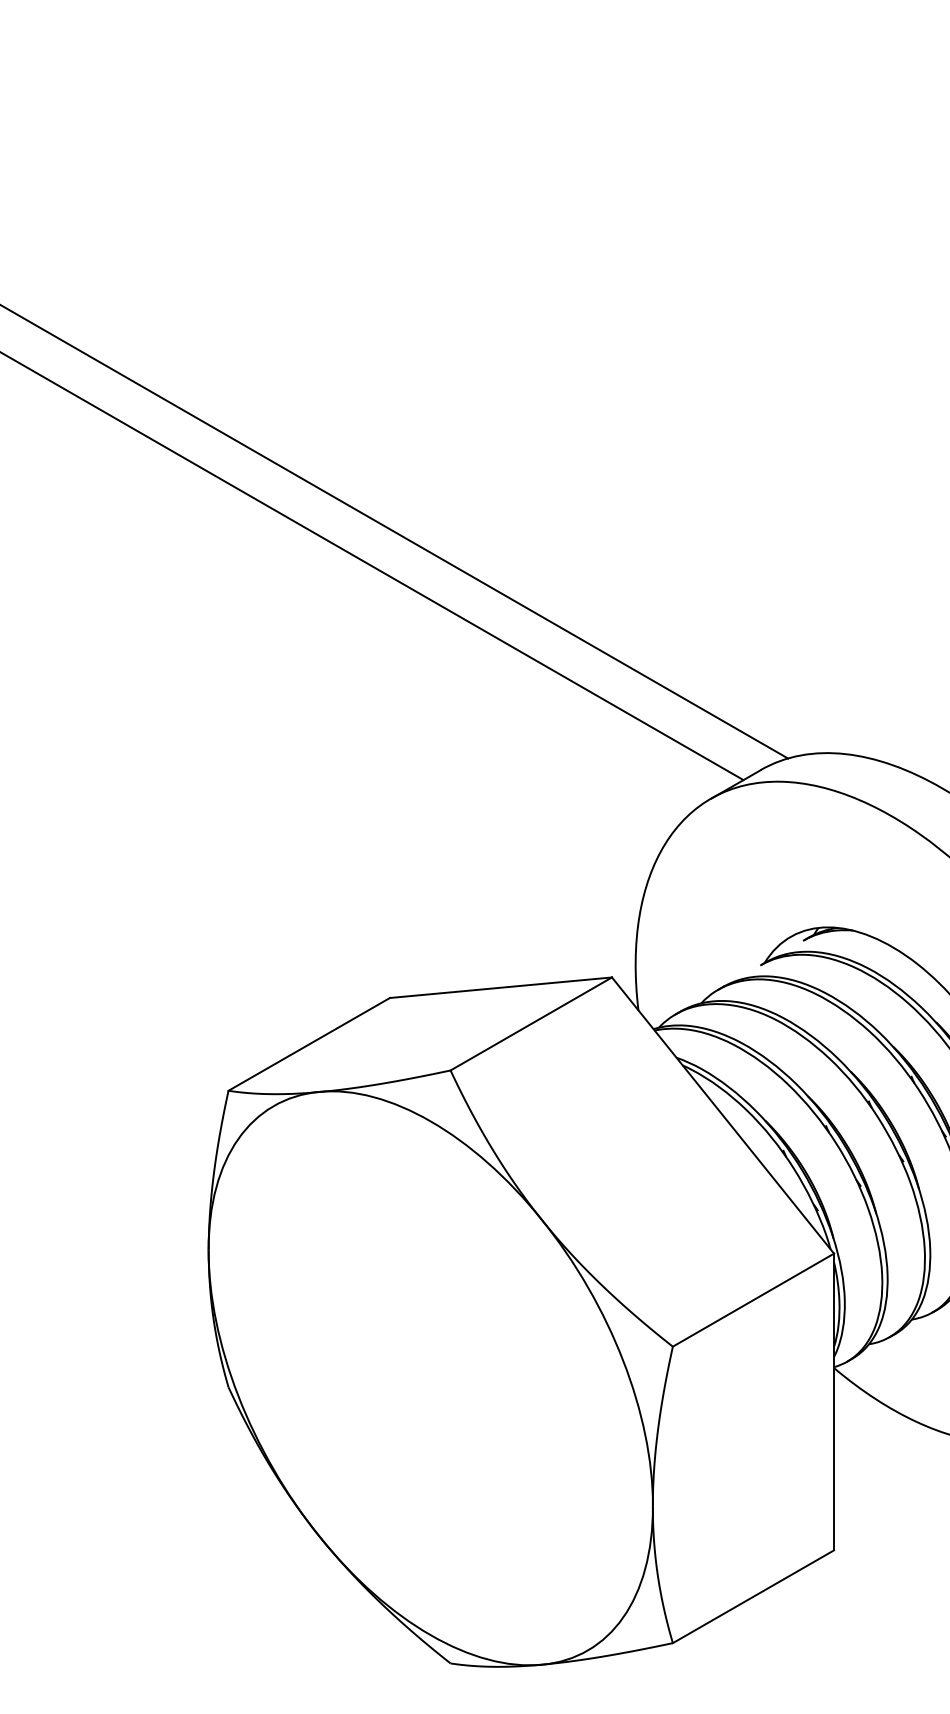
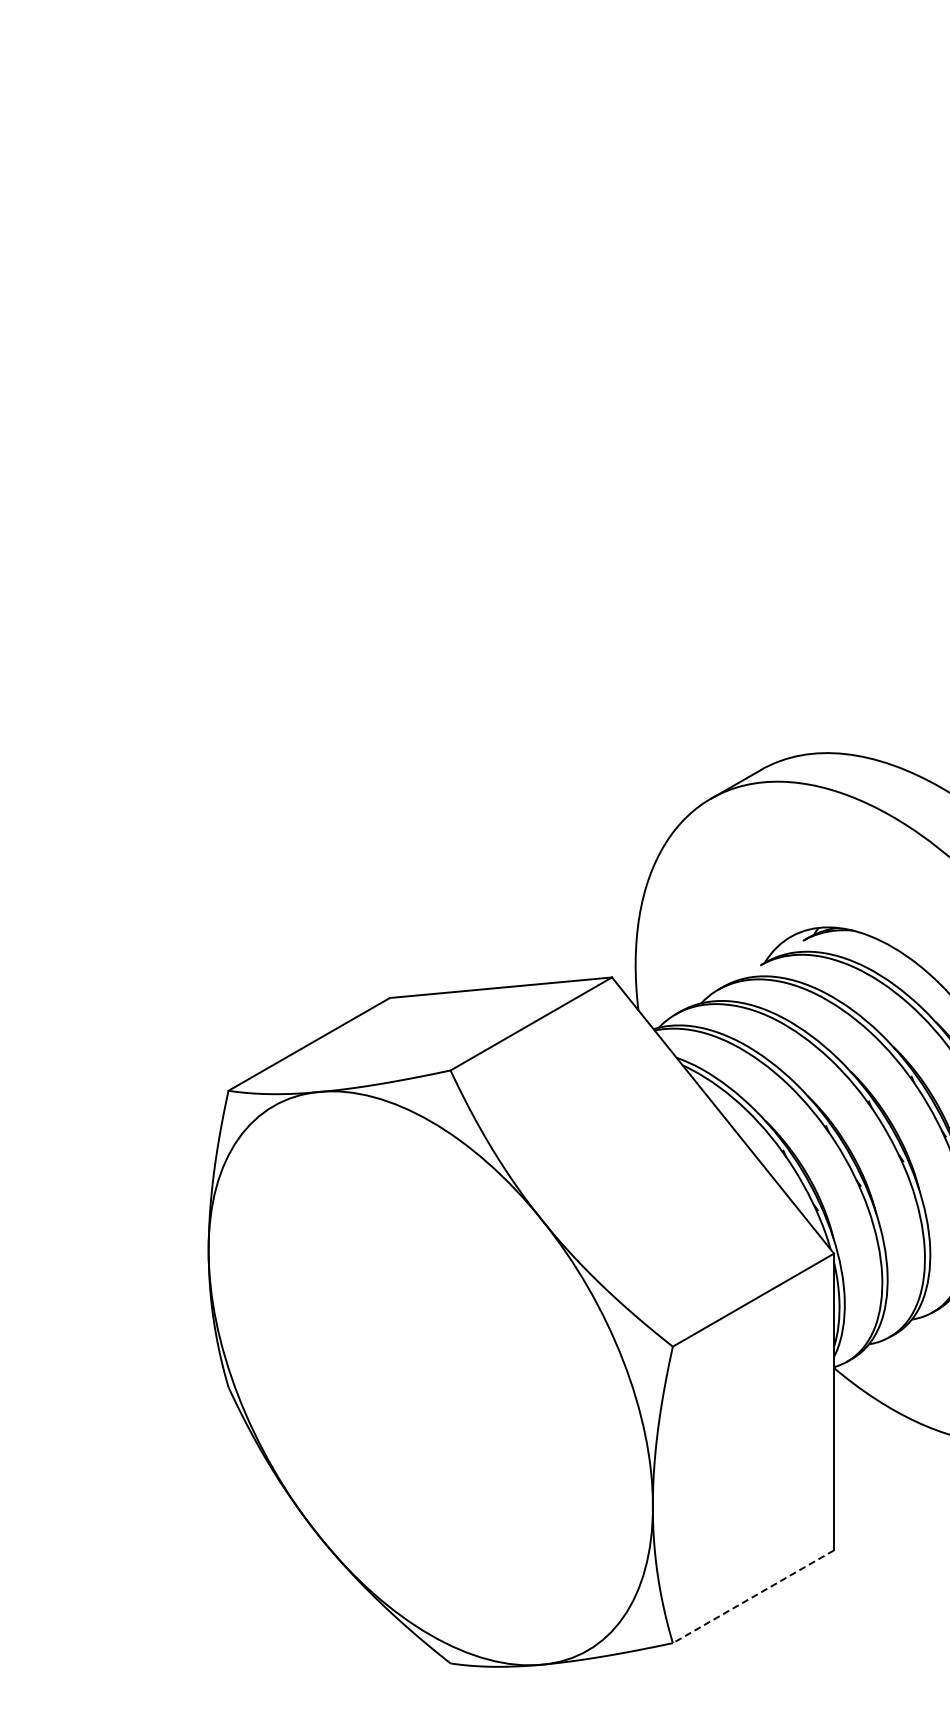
line at (395, 531): present -> none
line at (372, 566): present -> none
line at (753, 1596): solid -> dashed
